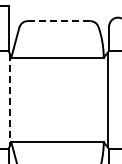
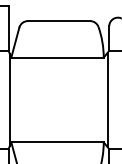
line at (59, 21): dashed -> solid
line at (9, 100): dashed -> solid
